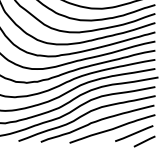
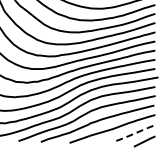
line at (134, 133): solid -> dashed
